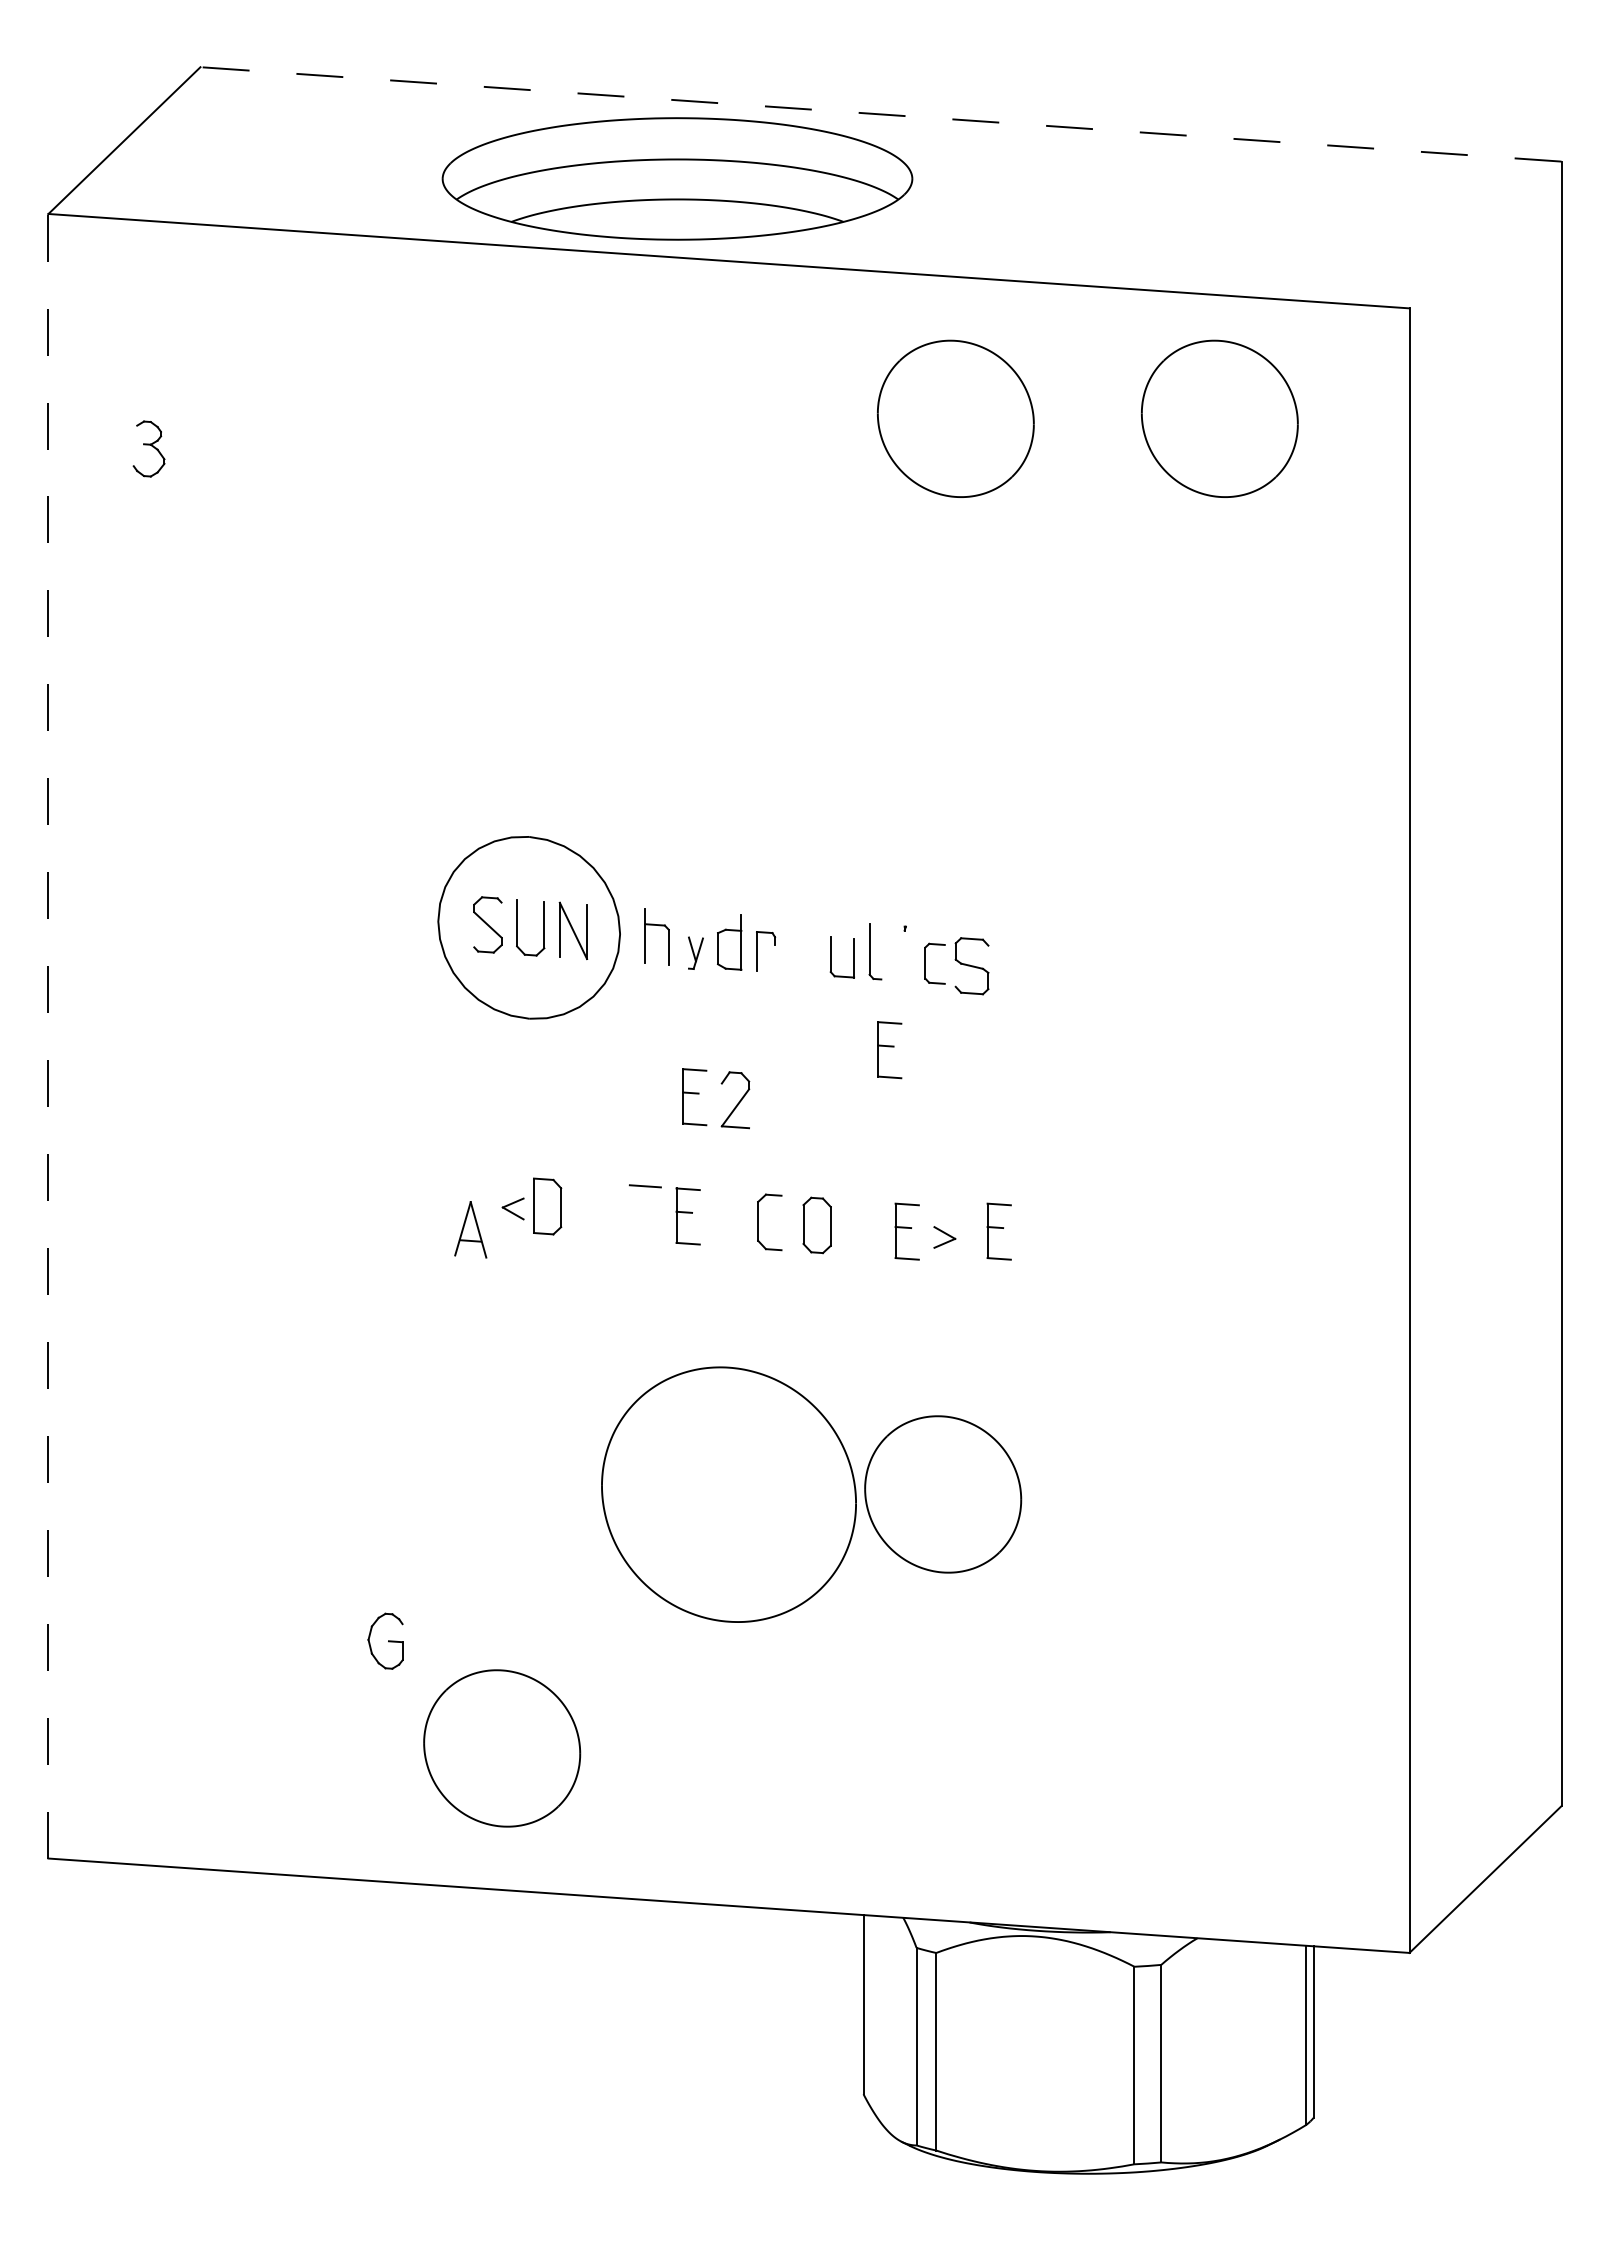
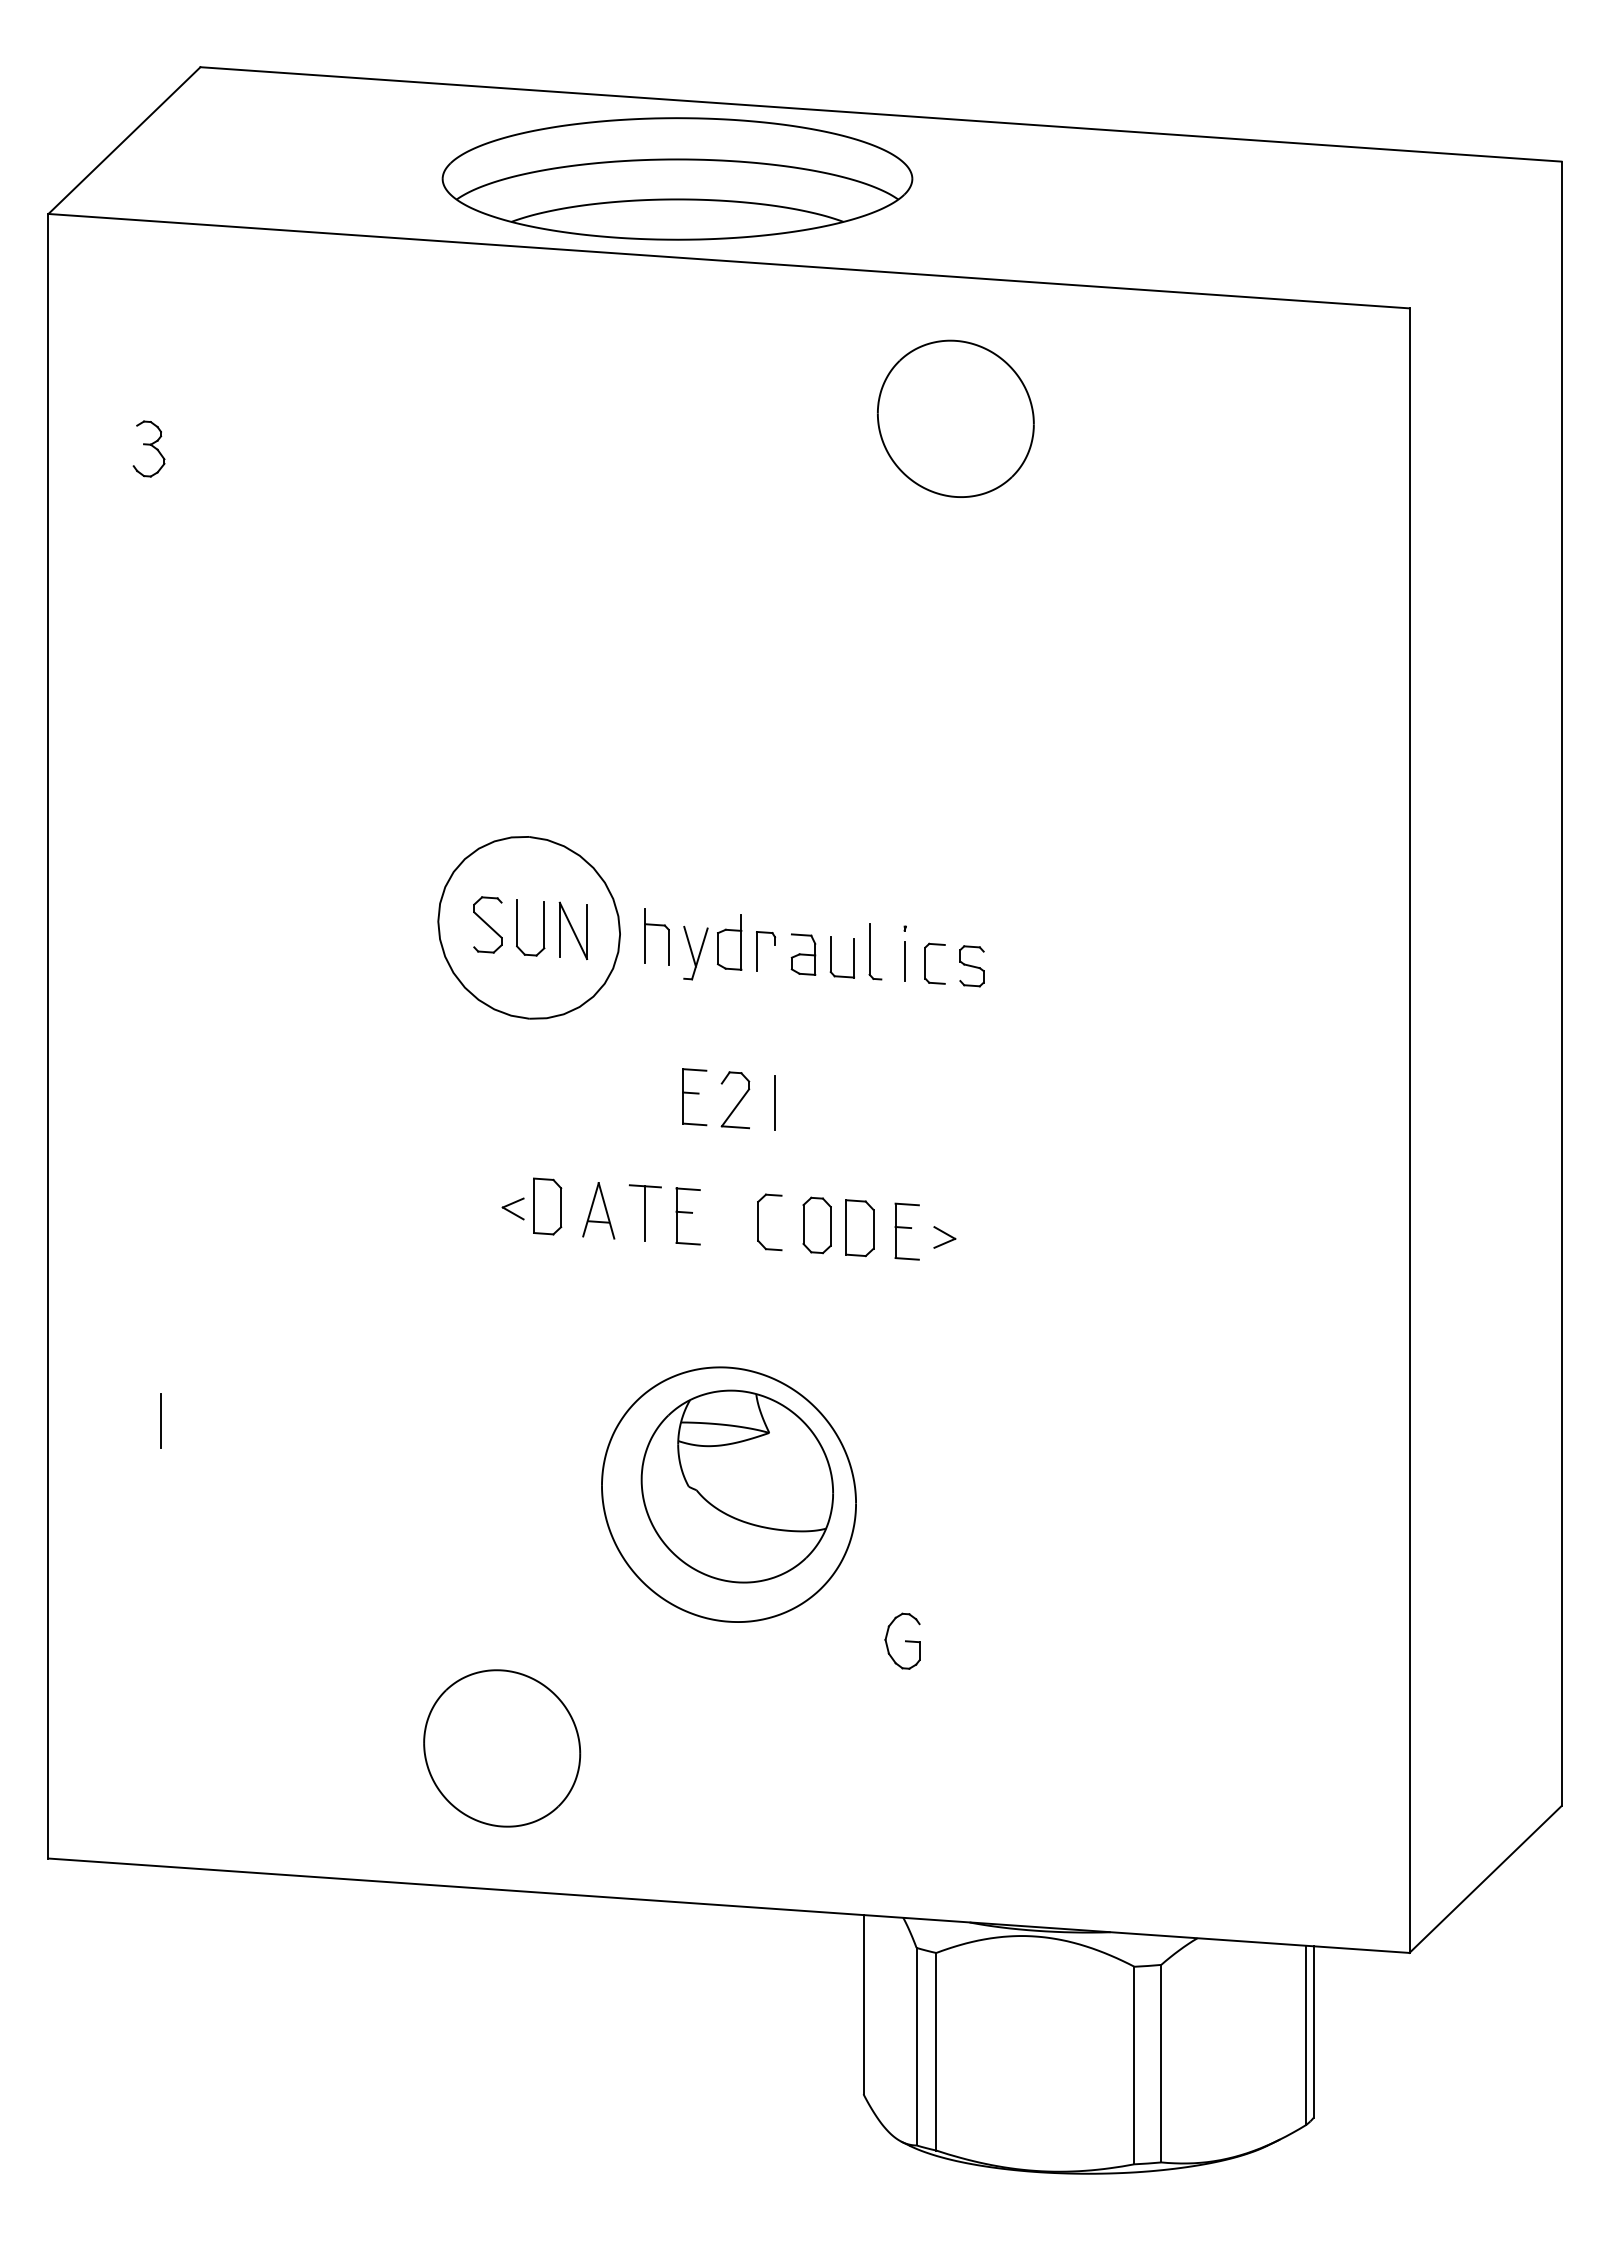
line at (880, 114): dashed -> solid
part at (1219, 418): present -> none
part at (695, 952) size: 16x34 px -> 26x55 px
part at (803, 954): none -> present
line at (904, 961): none -> present
part at (971, 966) size: 36x59 px -> 26x43 px
line at (48, 1035): dashed -> solid
part at (889, 1050): present -> none
line at (775, 1102): none -> present
line at (645, 1213): none -> present
part at (859, 1228): none -> present
part at (470, 1229) position: (470, 1229) -> (598, 1210)
part at (998, 1231): present -> none
line at (161, 1420): none -> present
part at (736, 1486): none -> present
part at (943, 1494): present -> none
part at (385, 1640) position: (385, 1640) -> (902, 1640)
